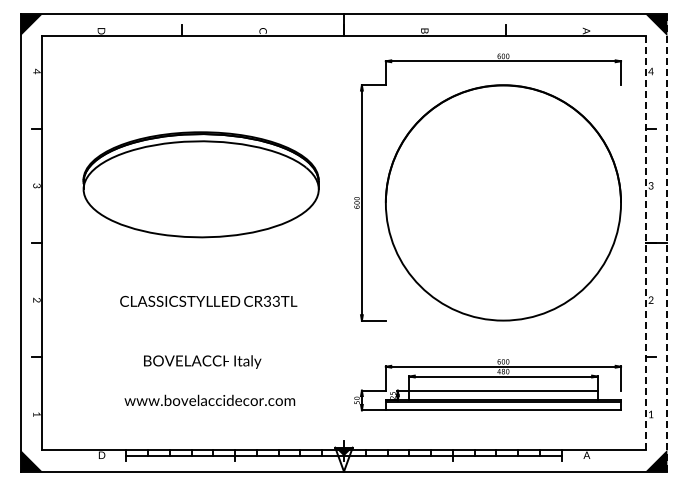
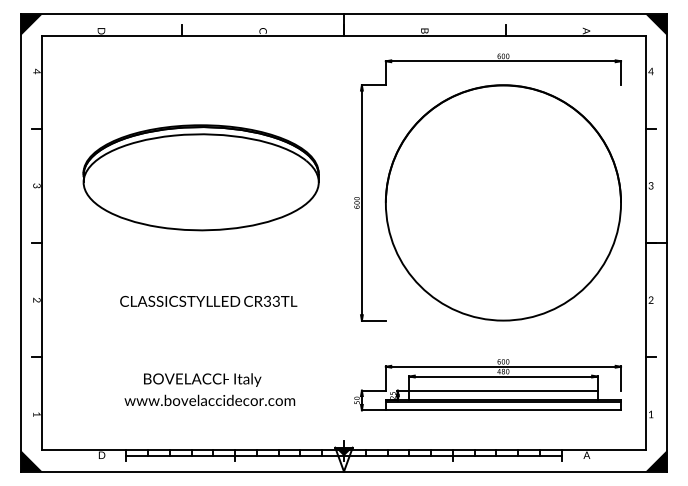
part at (200, 184) position: (200, 184) -> (200, 177)
line at (645, 243): dashed -> solid
line at (667, 243): dashed -> solid
text at (202, 361) position: (202, 361) -> (202, 379)
